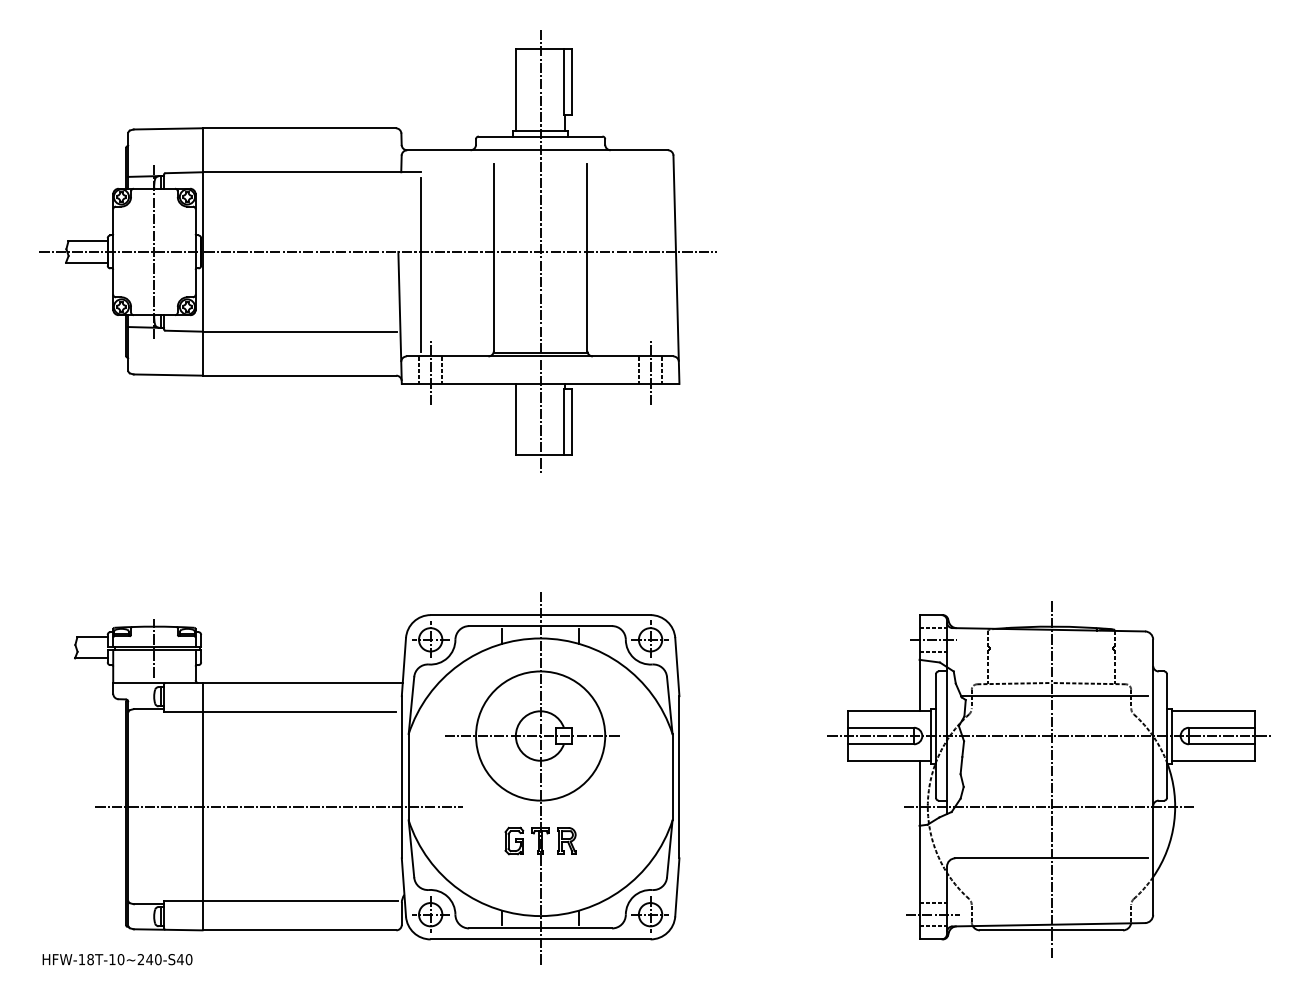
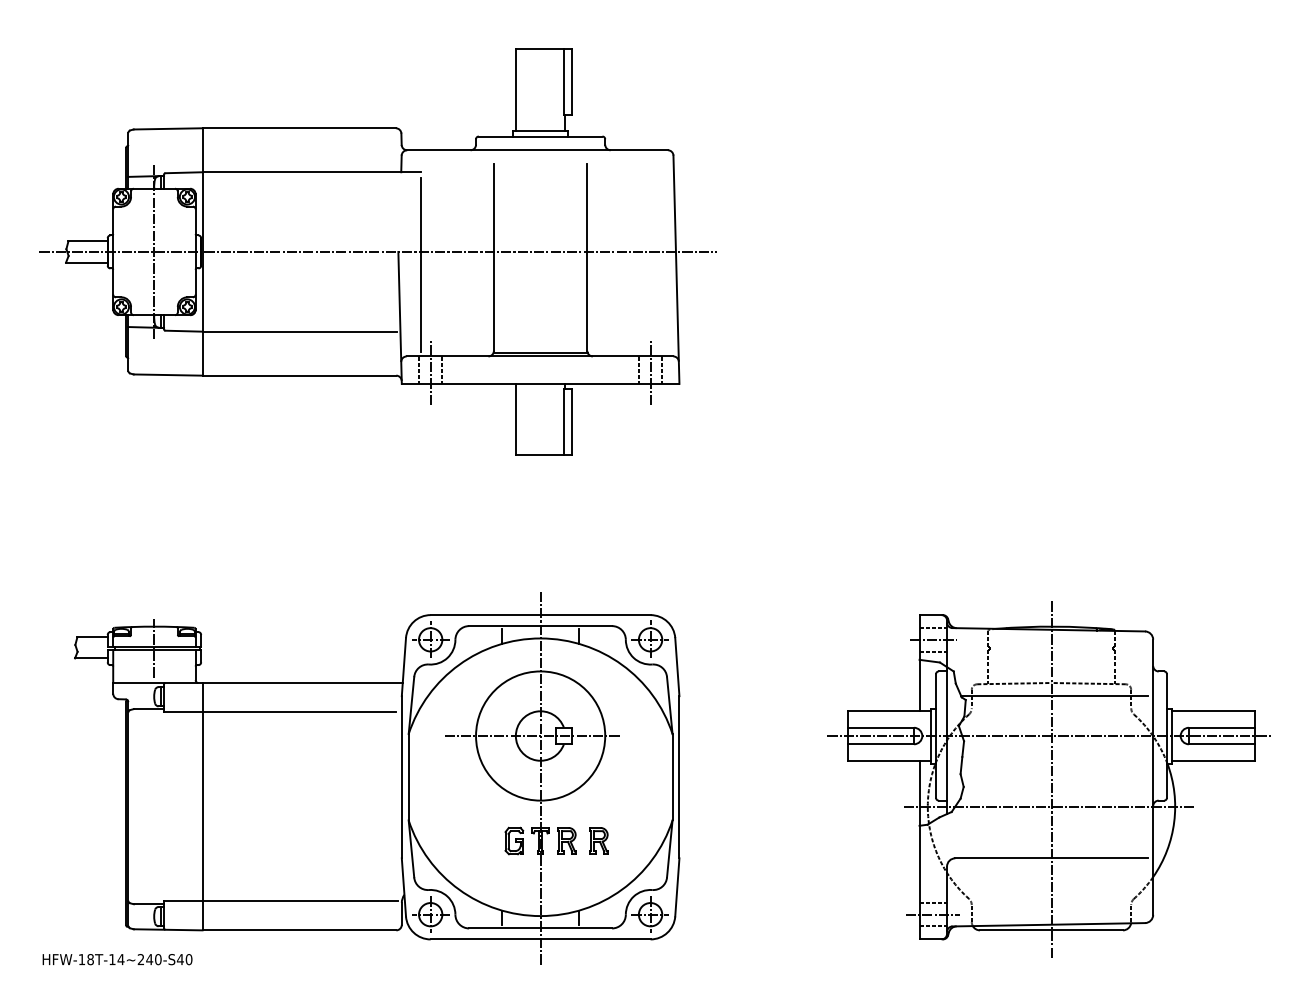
line at (540, 250): present -> none
line at (279, 806): present -> none
part at (598, 840): none -> present
text at (120, 959): HFW-18T-10~240-S40 -> HFW-18T-14~240-S40
